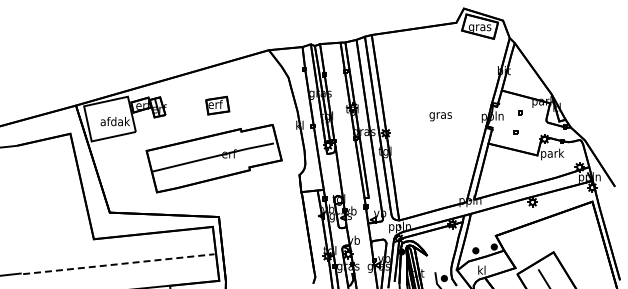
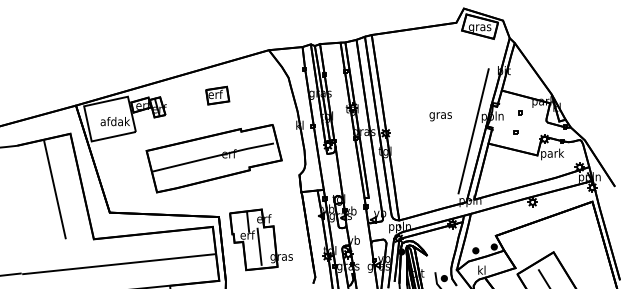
part at (217, 105) position: (217, 105) -> (217, 95)
line at (473, 131): none -> present
line at (54, 189): none -> present
part at (260, 239): none -> present
line at (119, 264): dashed -> solid
